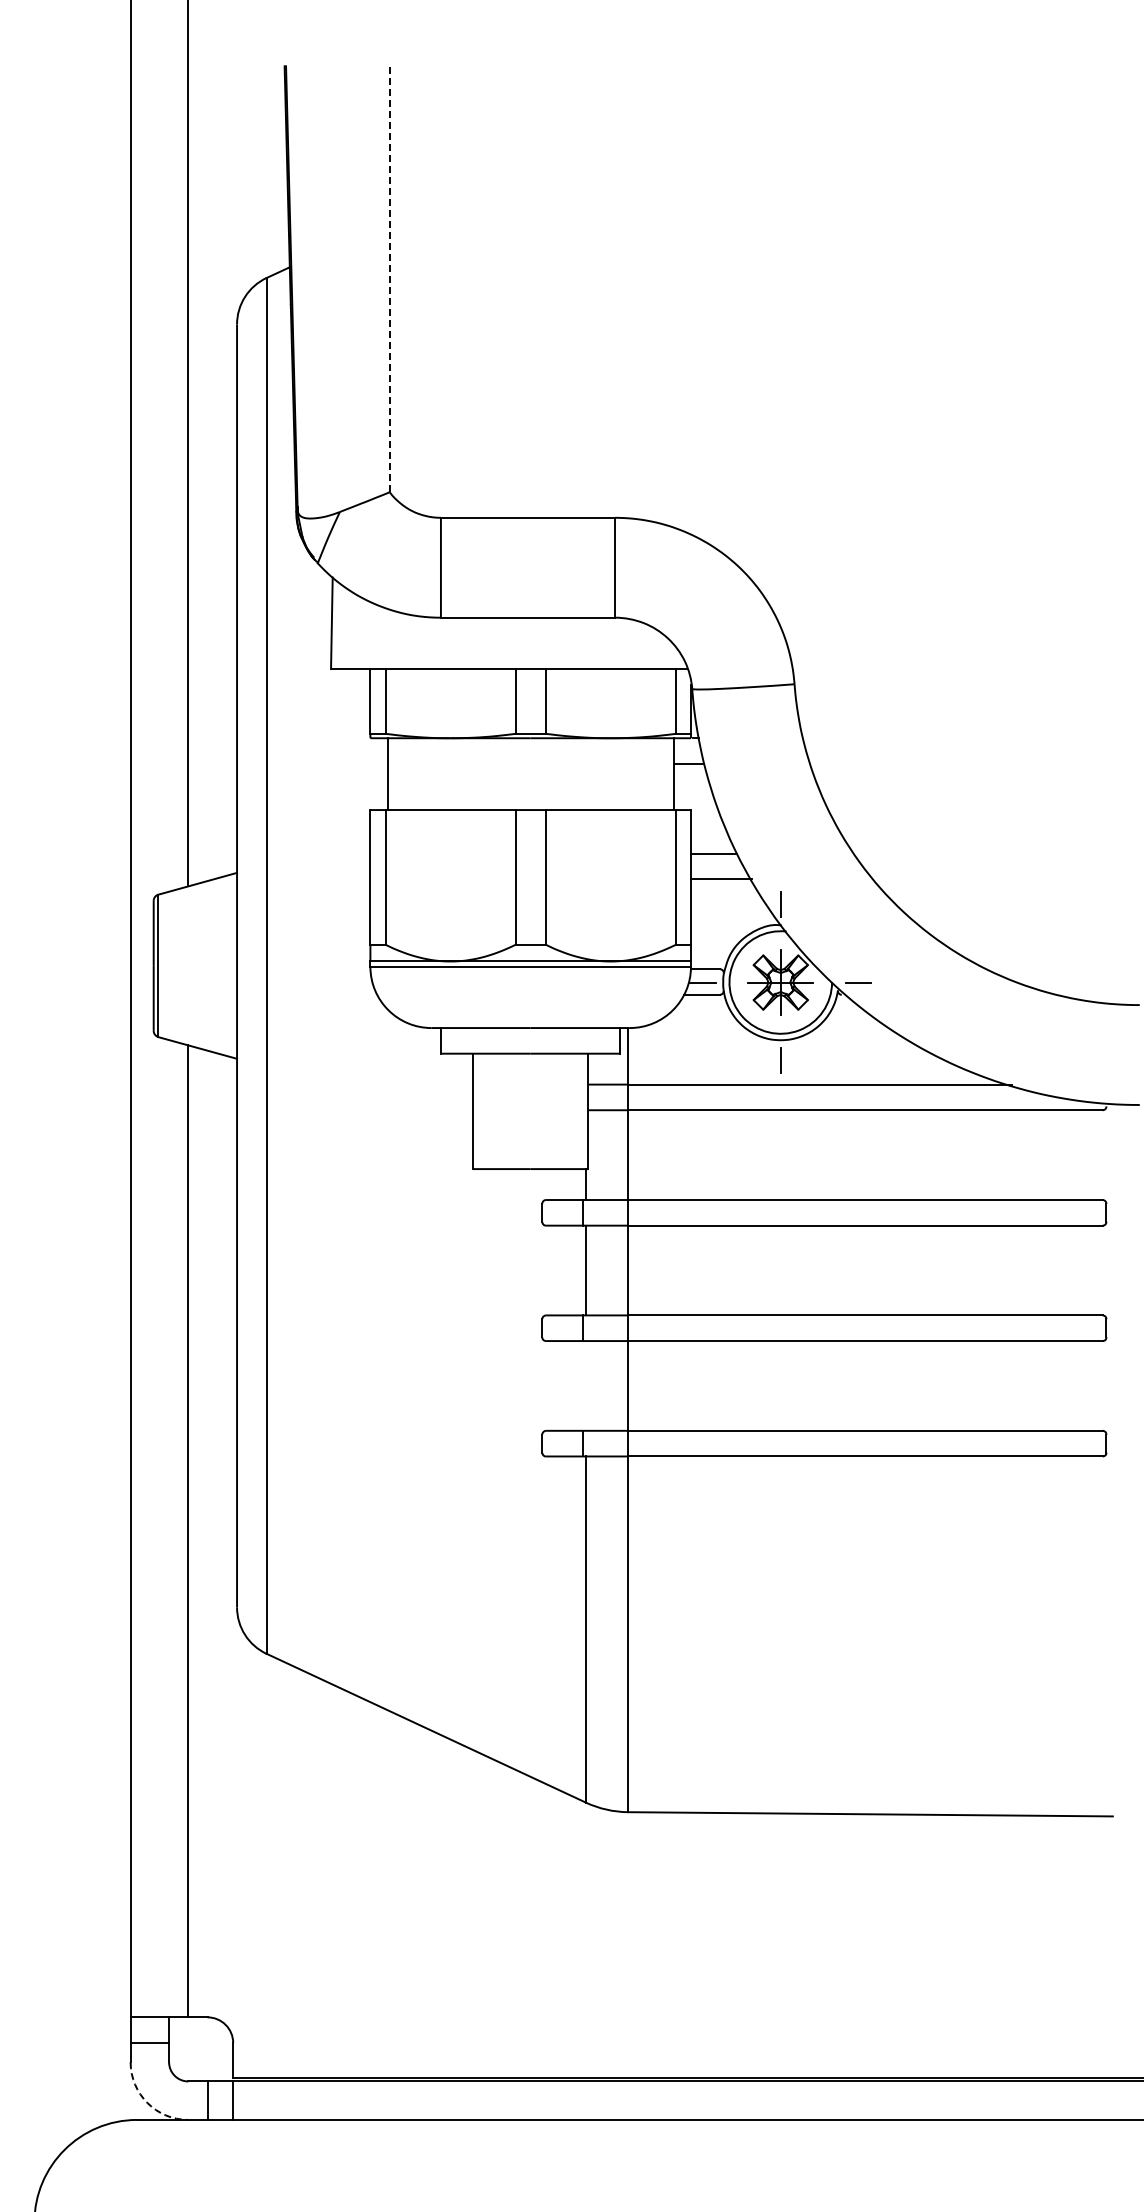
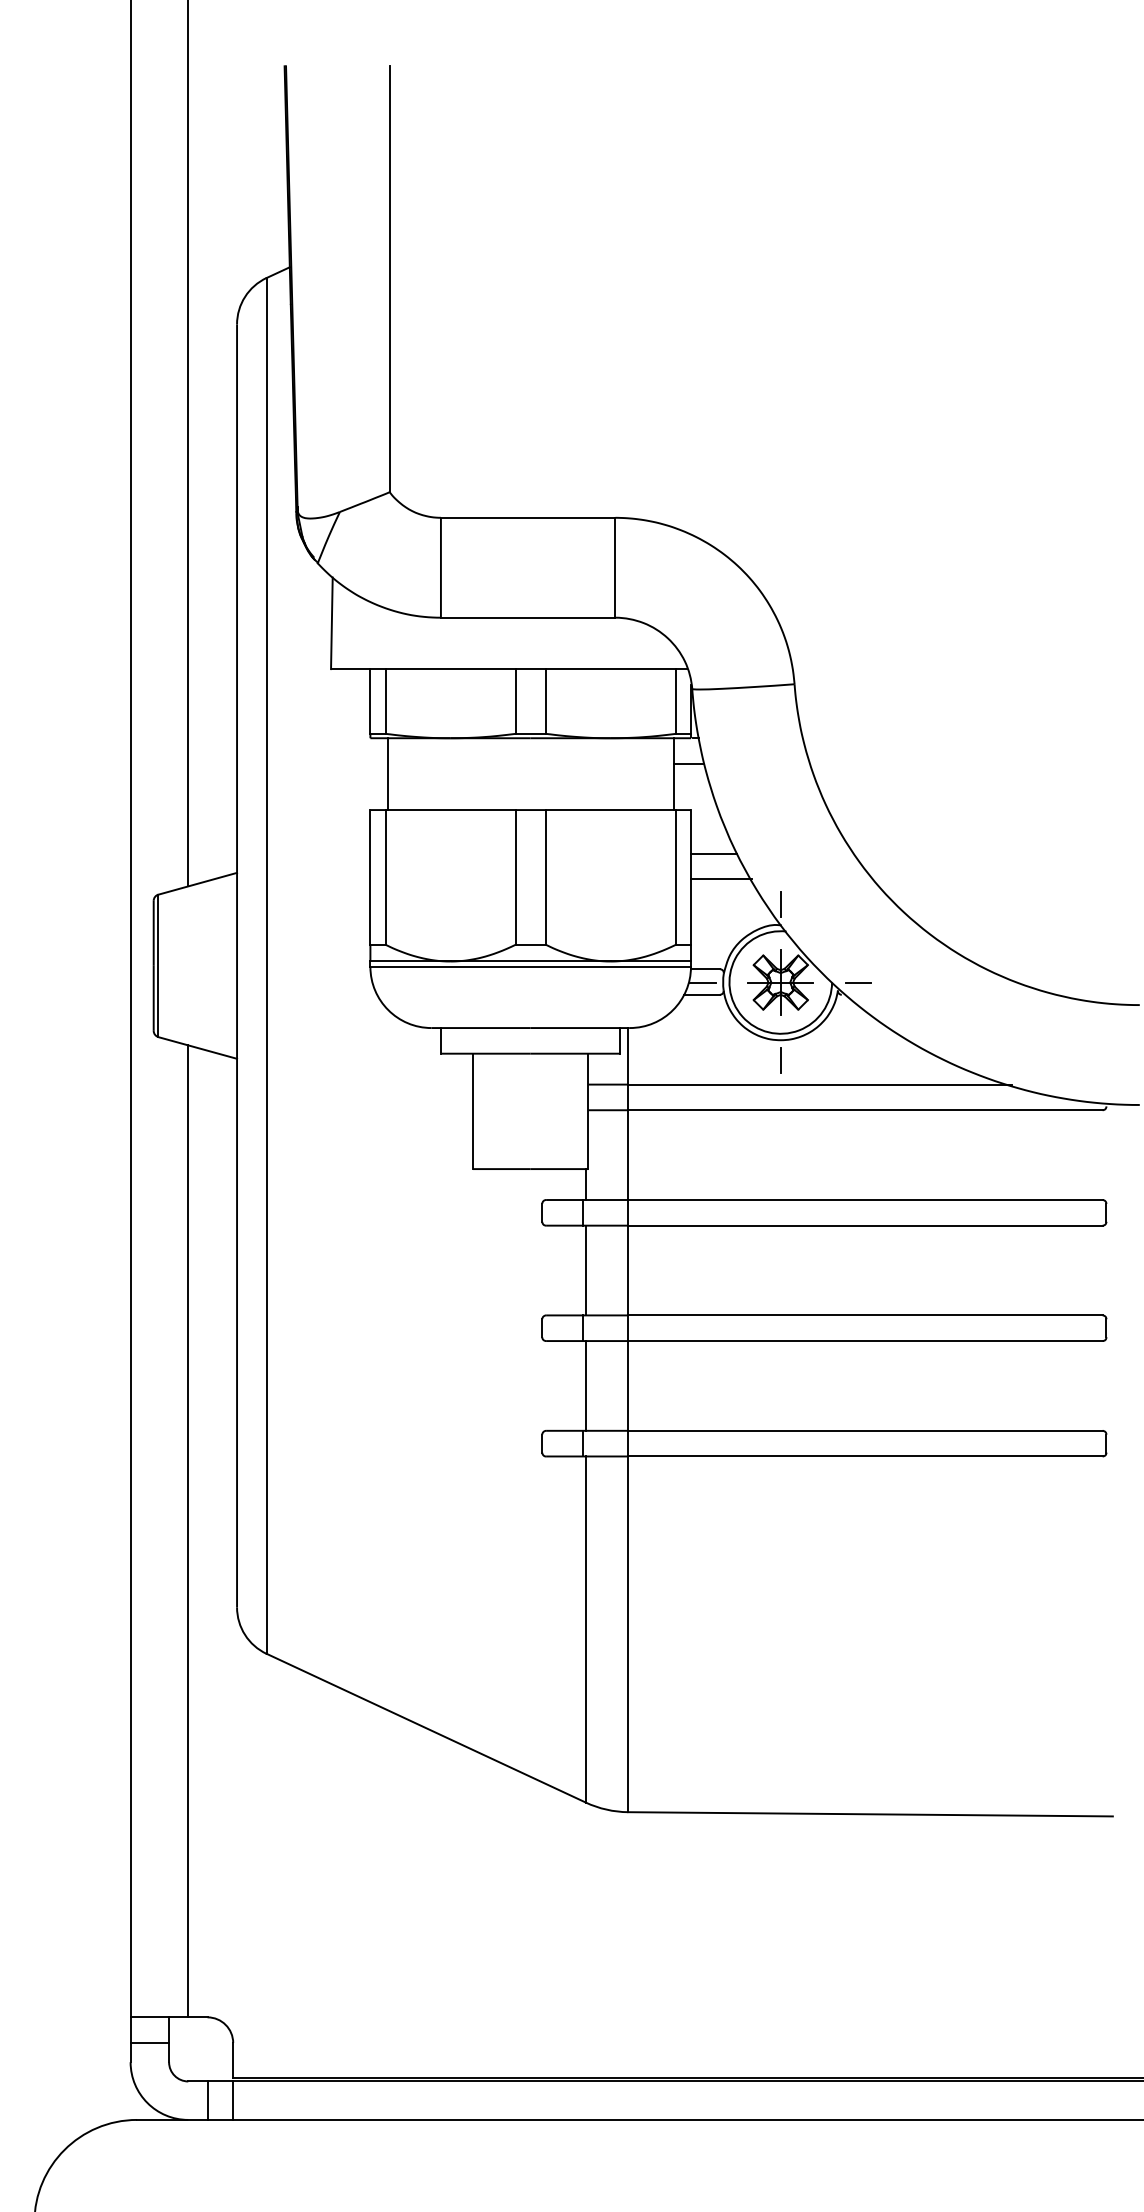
line at (389, 279): dashed -> solid
line at (585, 1385): none -> present
arc at (147, 2103): dashed -> solid
